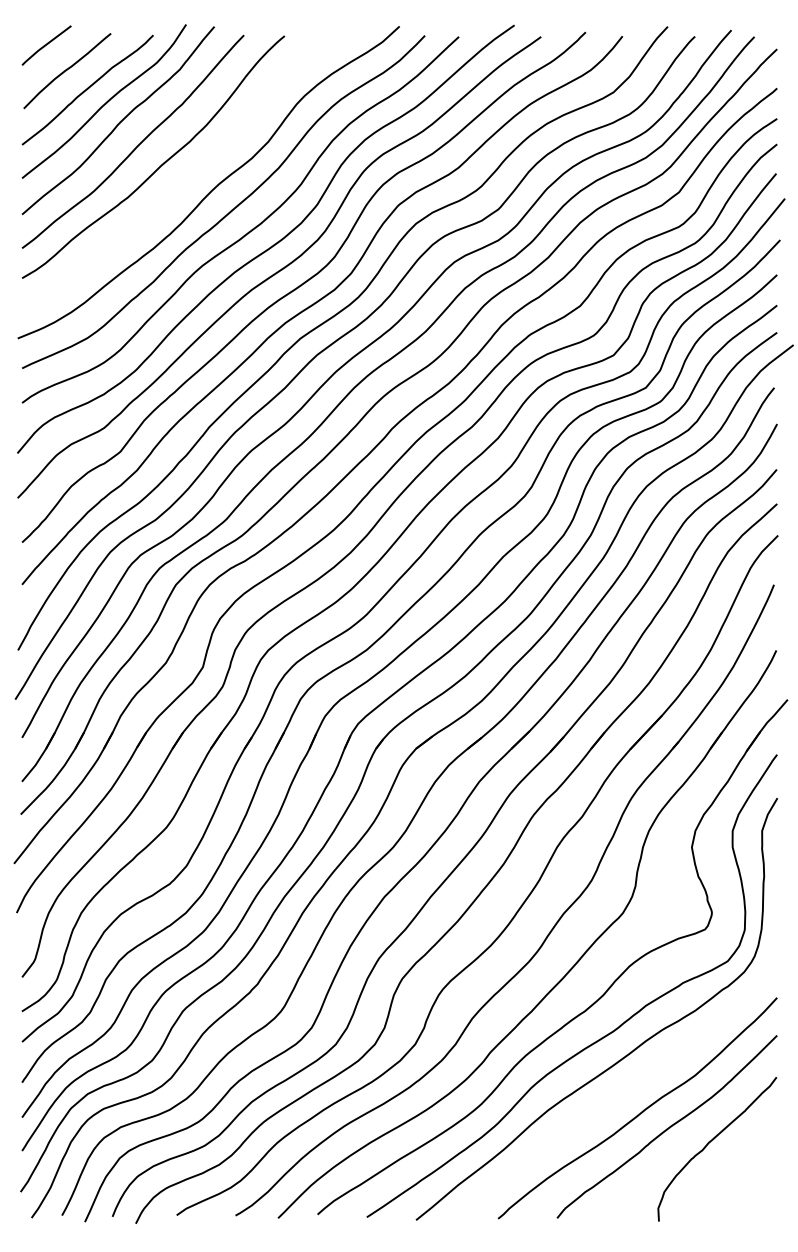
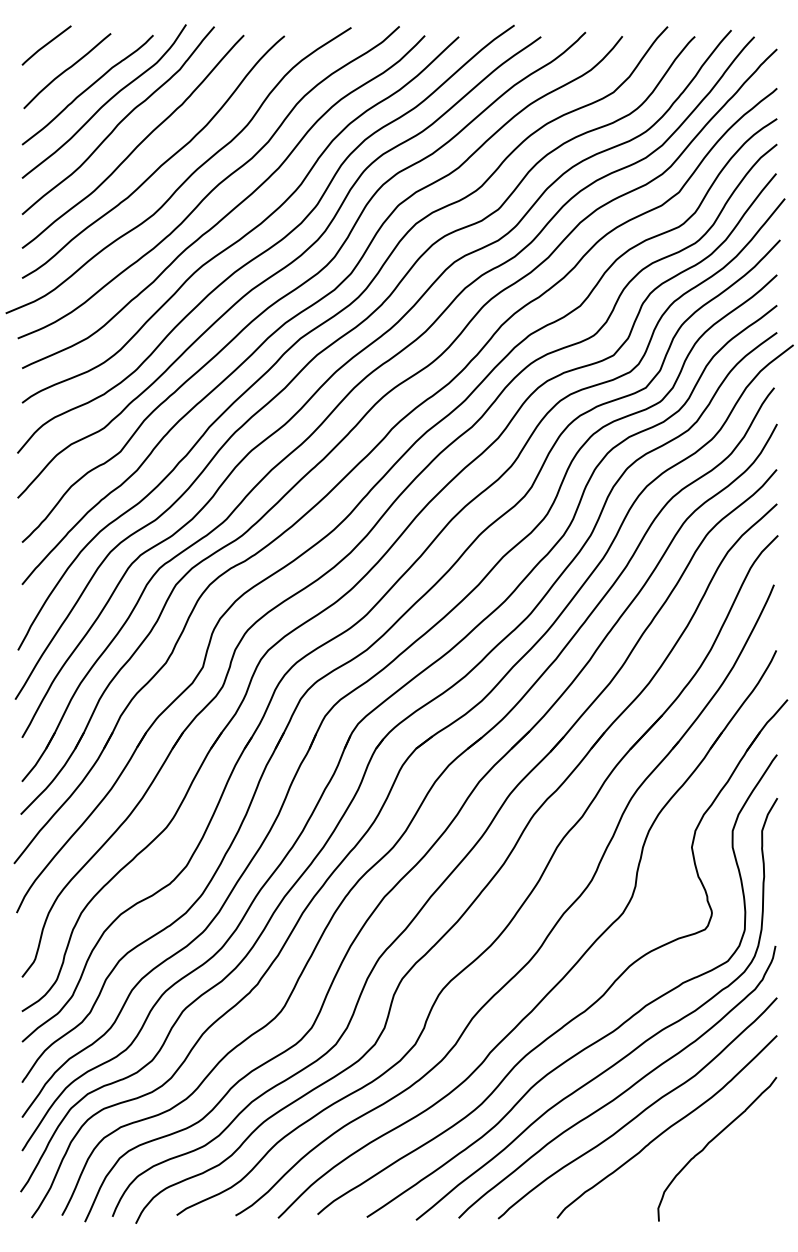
curve at (186, 178): none -> present
curve at (624, 1090): none -> present
